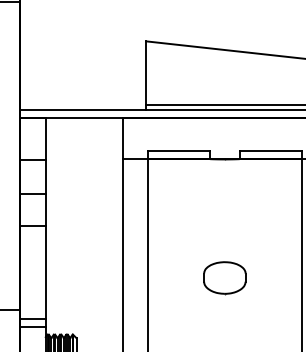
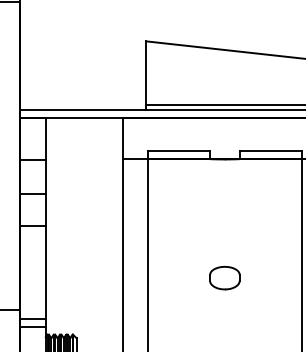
part at (224, 278) size: 44x35 px -> 32x25 px
